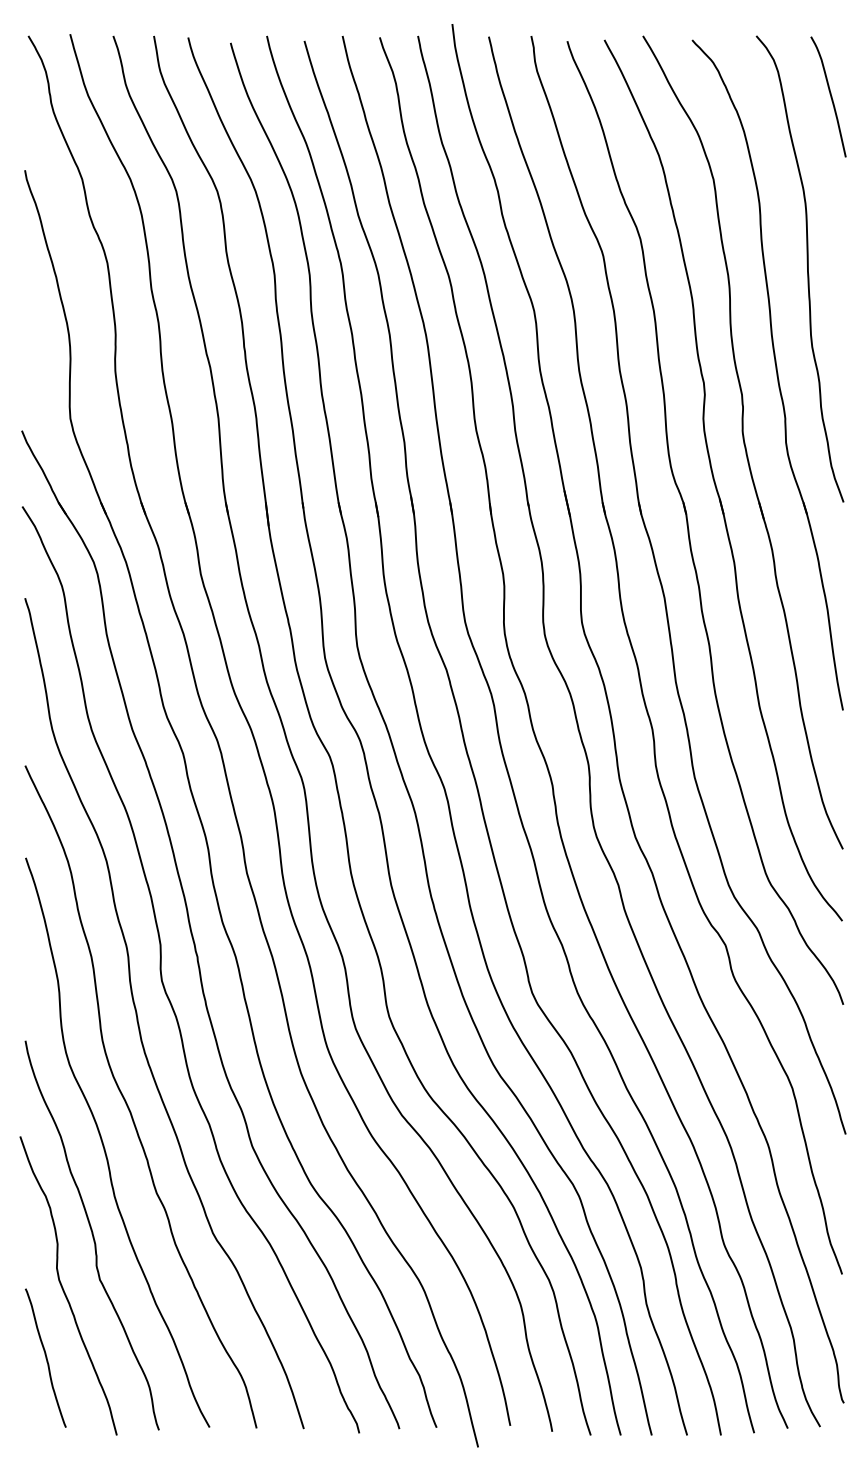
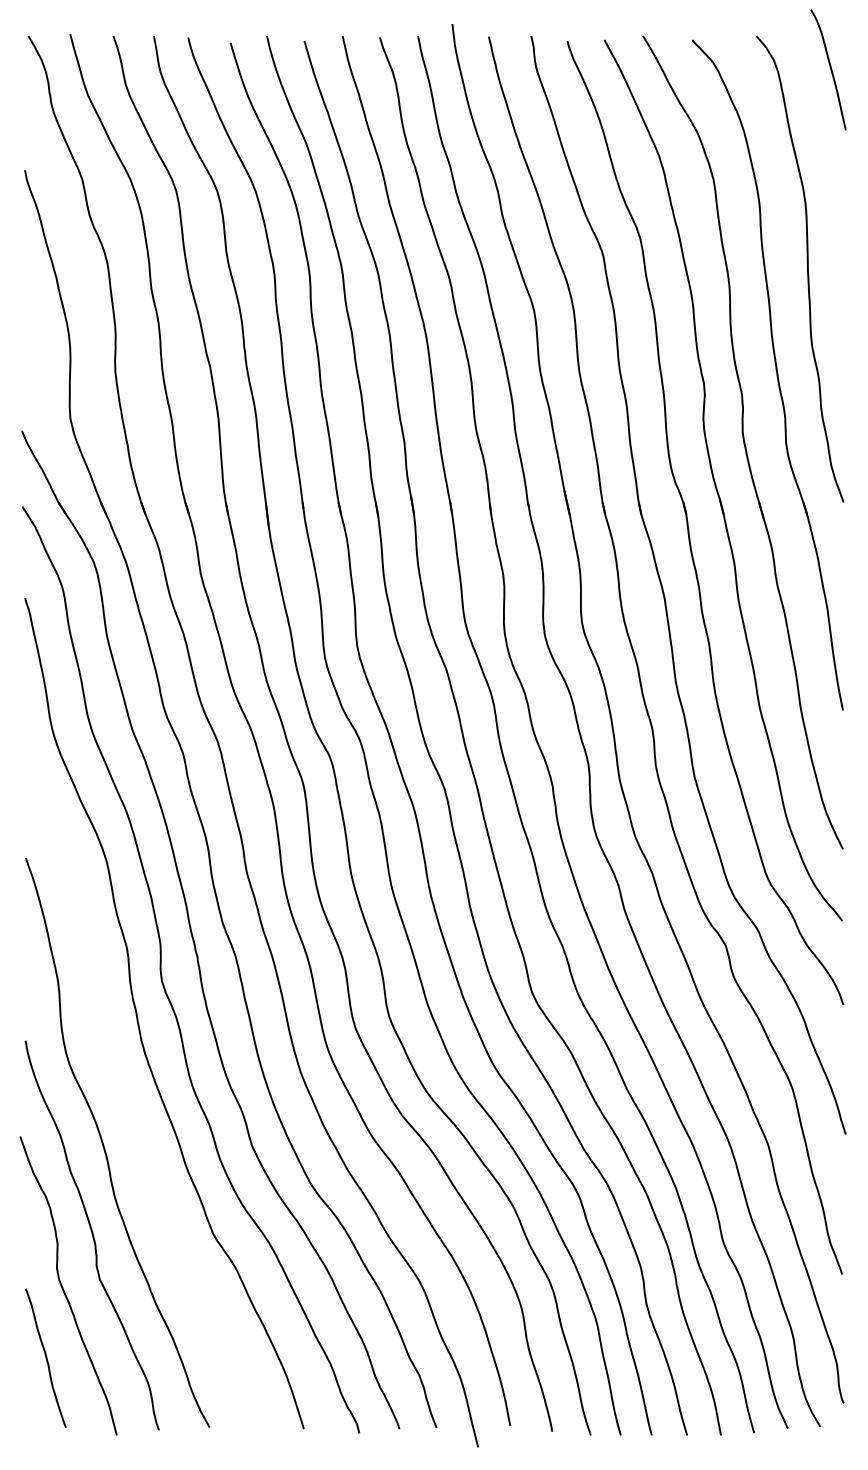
curve at (830, 96) position: (830, 96) -> (830, 69)
curve at (126, 1100): present -> none
